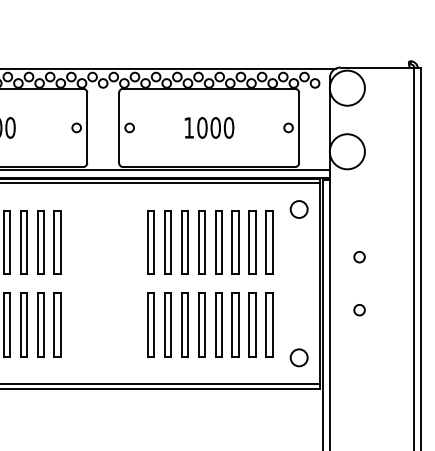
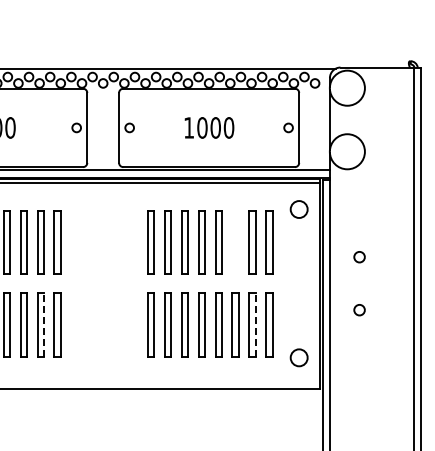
part at (235, 242): present -> none
line at (43, 325): solid -> dashed
line at (255, 325): solid -> dashed
line at (161, 384): present -> none
